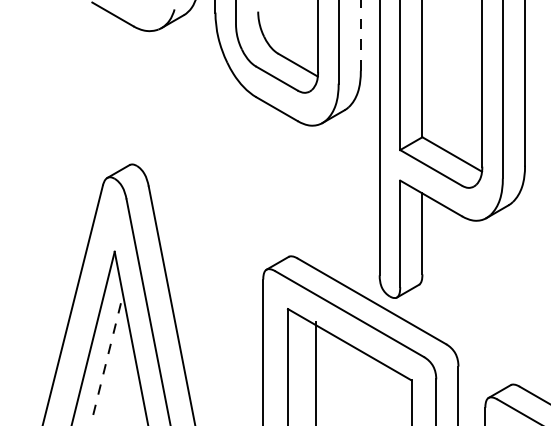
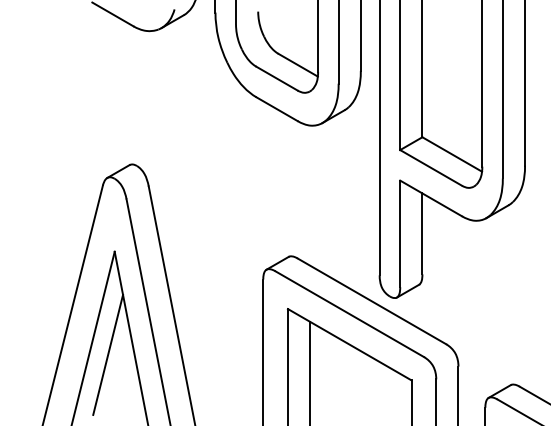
line at (360, 35): dashed -> solid
line at (108, 354): dashed -> solid
line at (316, 371) position: (316, 371) -> (310, 371)
